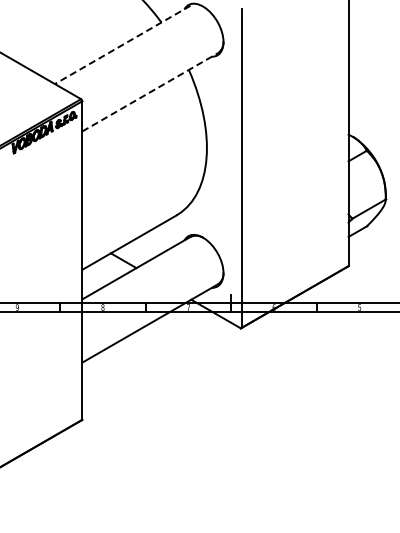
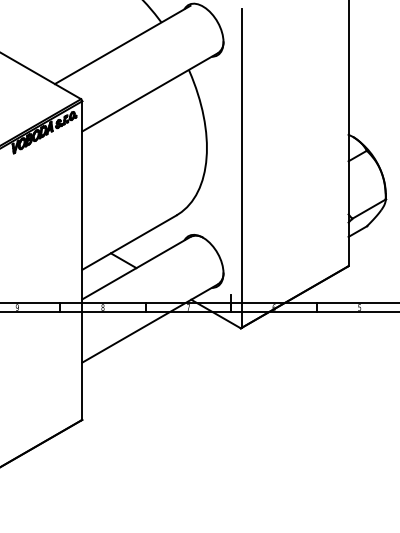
line at (122, 45): dashed -> solid
line at (150, 92): dashed -> solid
